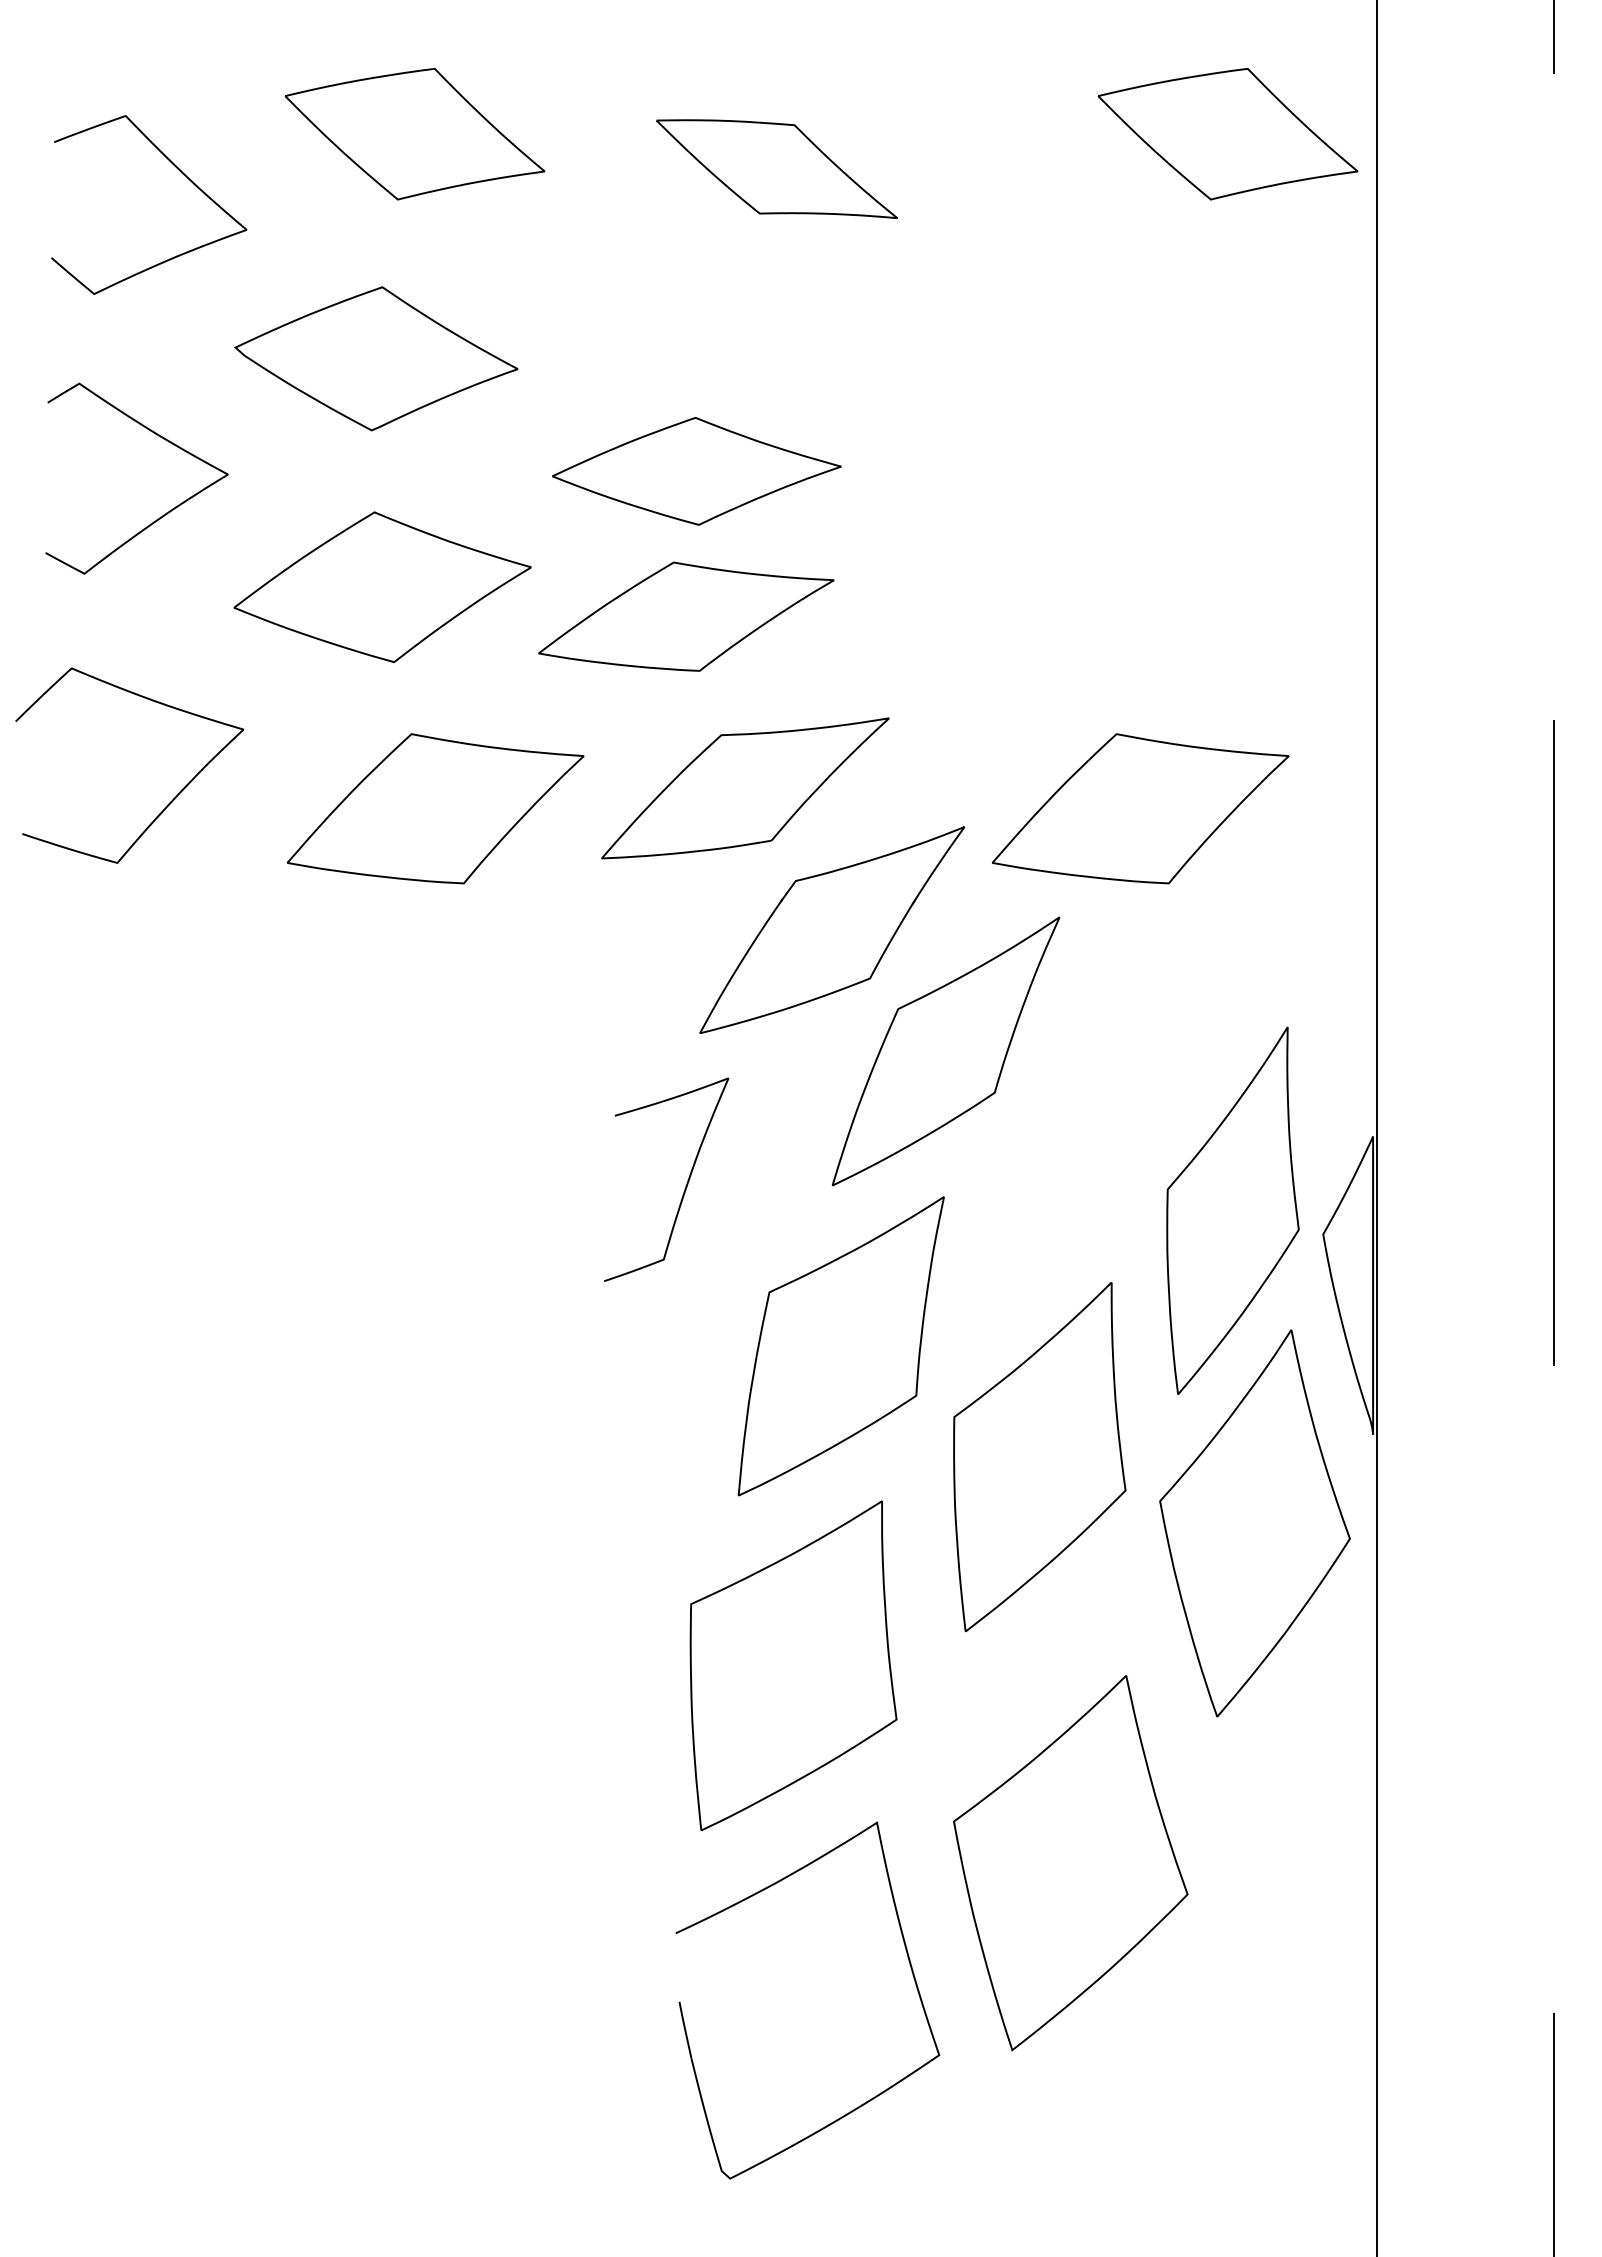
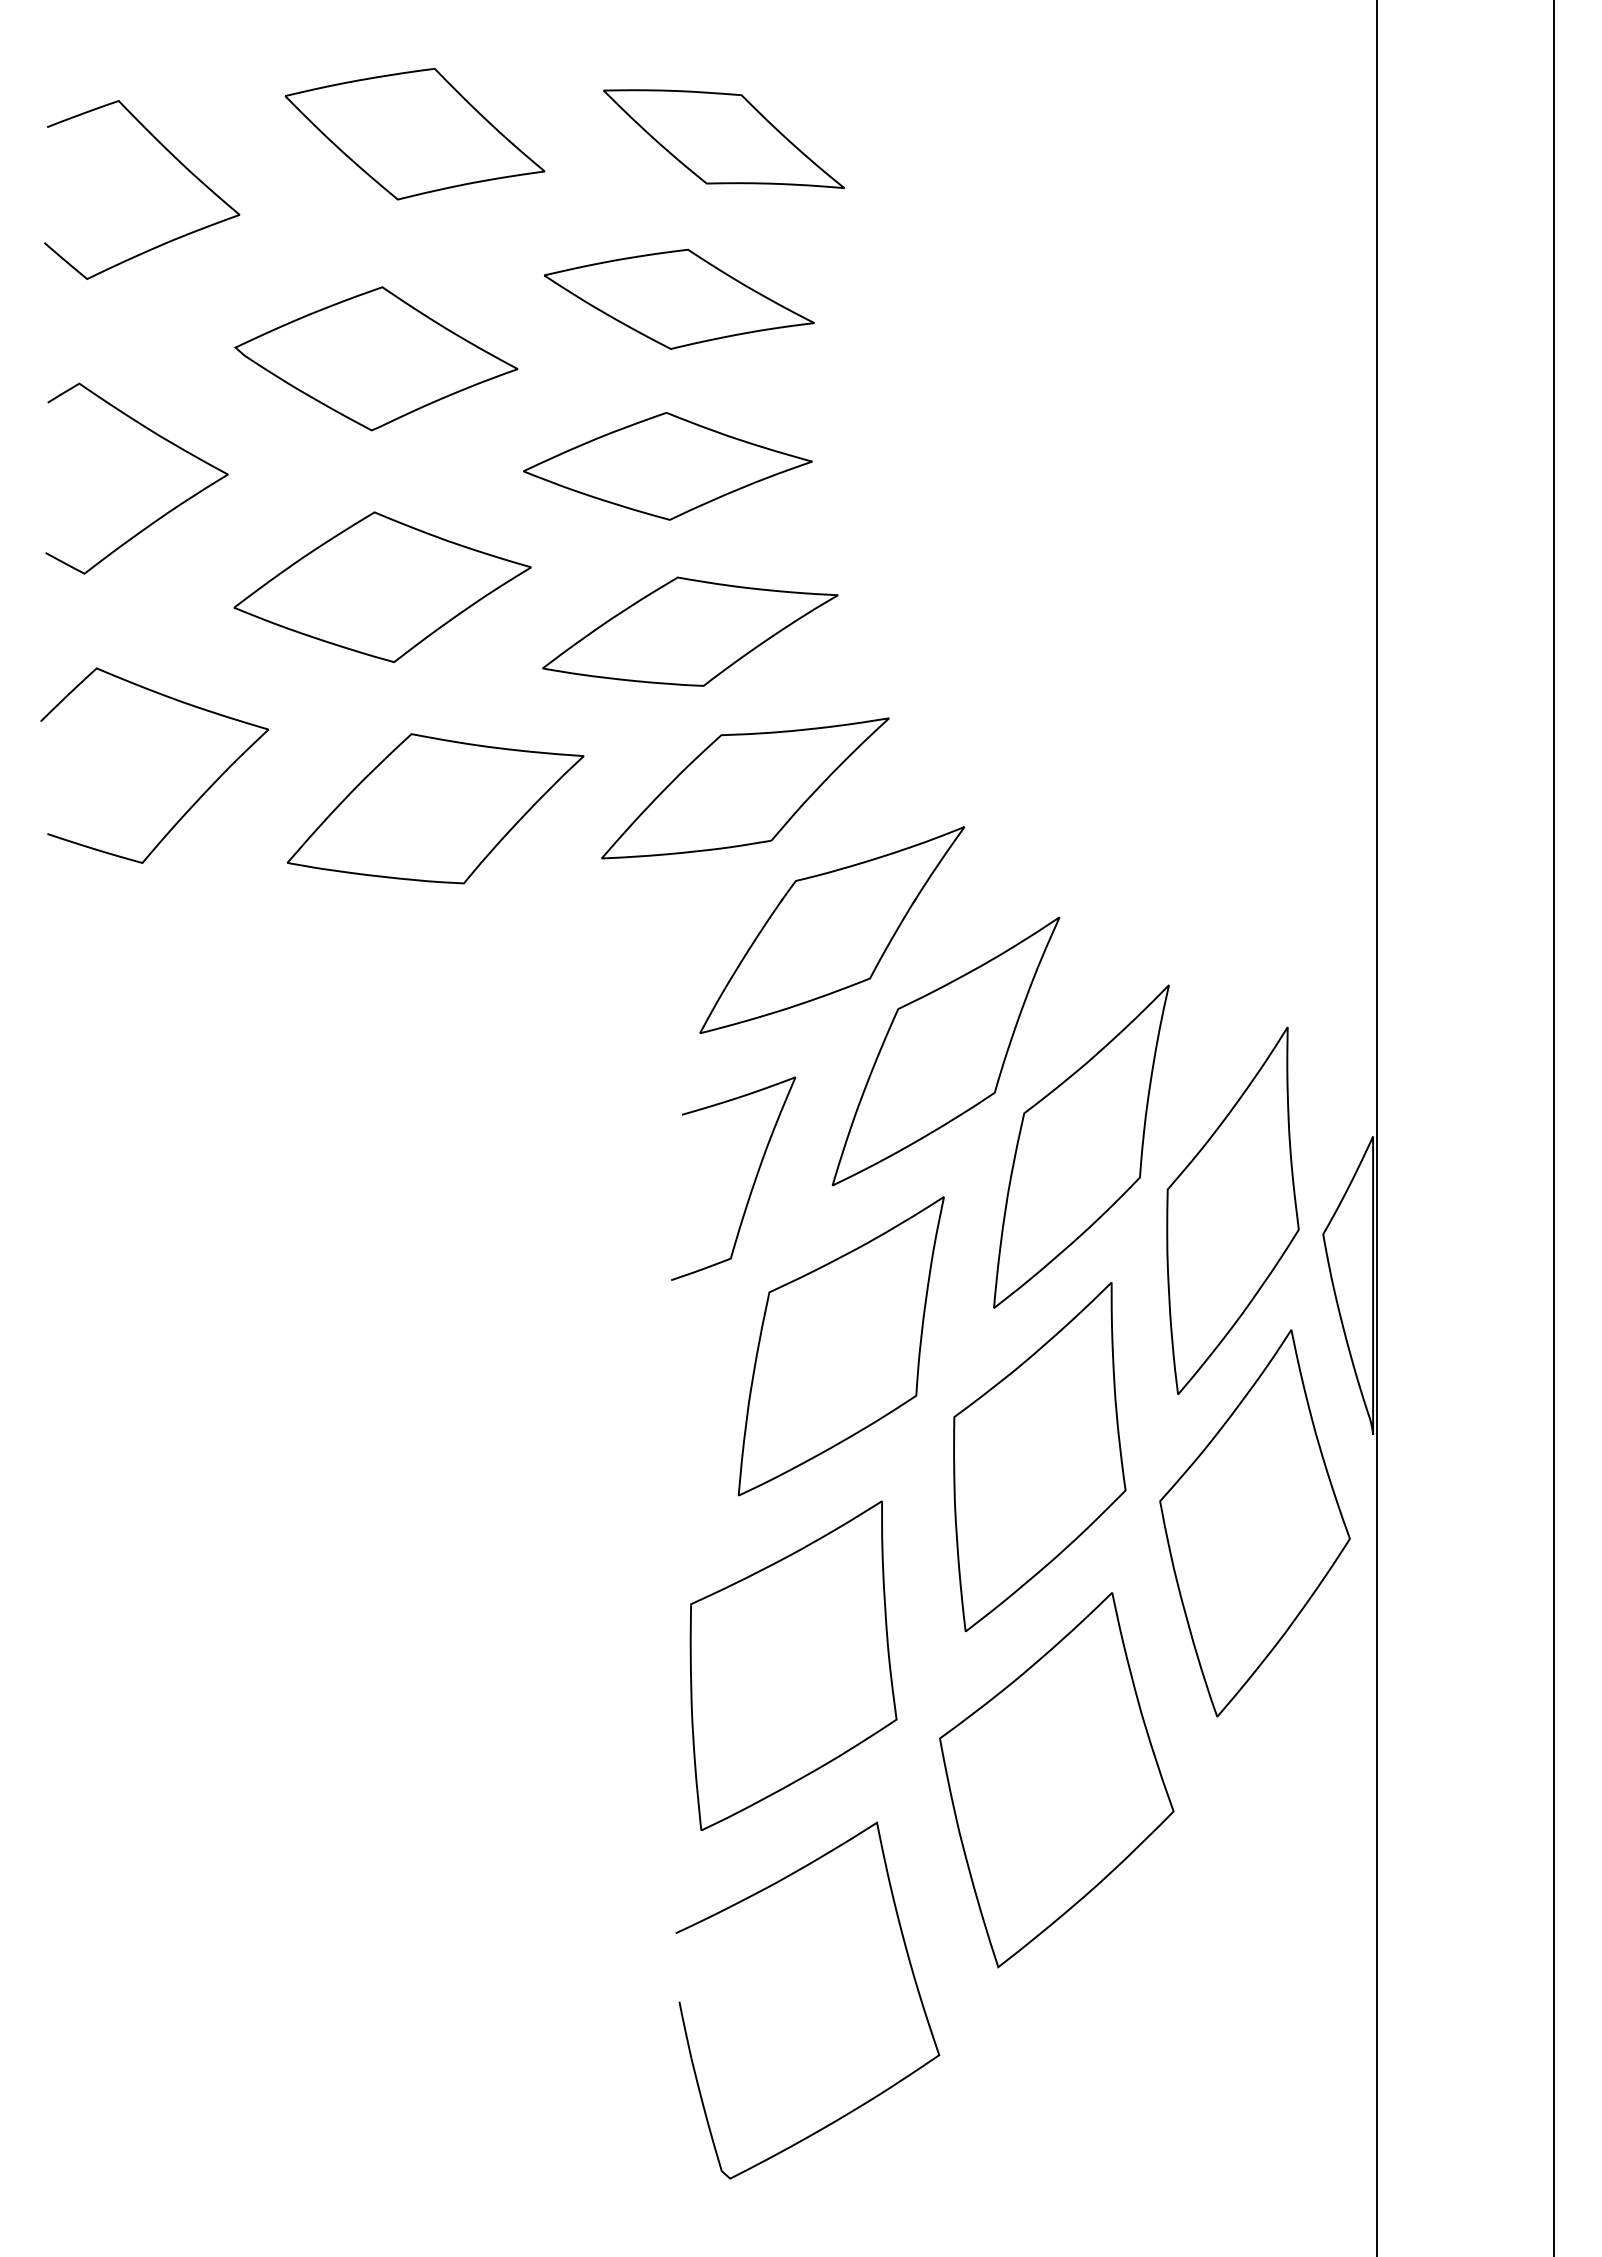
part at (1227, 134): present -> none
part at (776, 168) position: (776, 168) -> (723, 138)
curve at (180, 172) position: (180, 172) -> (173, 157)
part at (679, 298): none -> present
part at (696, 471) position: (696, 471) -> (667, 466)
part at (686, 616) position: (686, 616) -> (690, 631)
part at (168, 803) position: (168, 803) -> (193, 803)
part at (1140, 808): present -> none
line at (1553, 1128): dashed -> solid
part at (1081, 1146): none -> present
curve at (685, 1186) position: (685, 1186) -> (752, 1185)
part at (1070, 1863) position: (1070, 1863) -> (1056, 1780)
